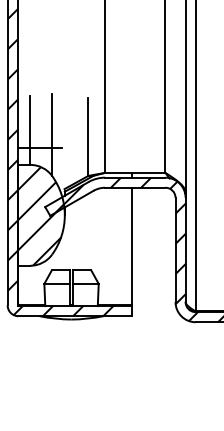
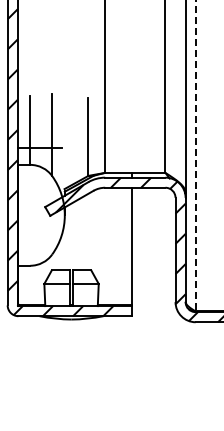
line at (195, 155): solid -> dashed
hatch at (40, 216): present -> none
